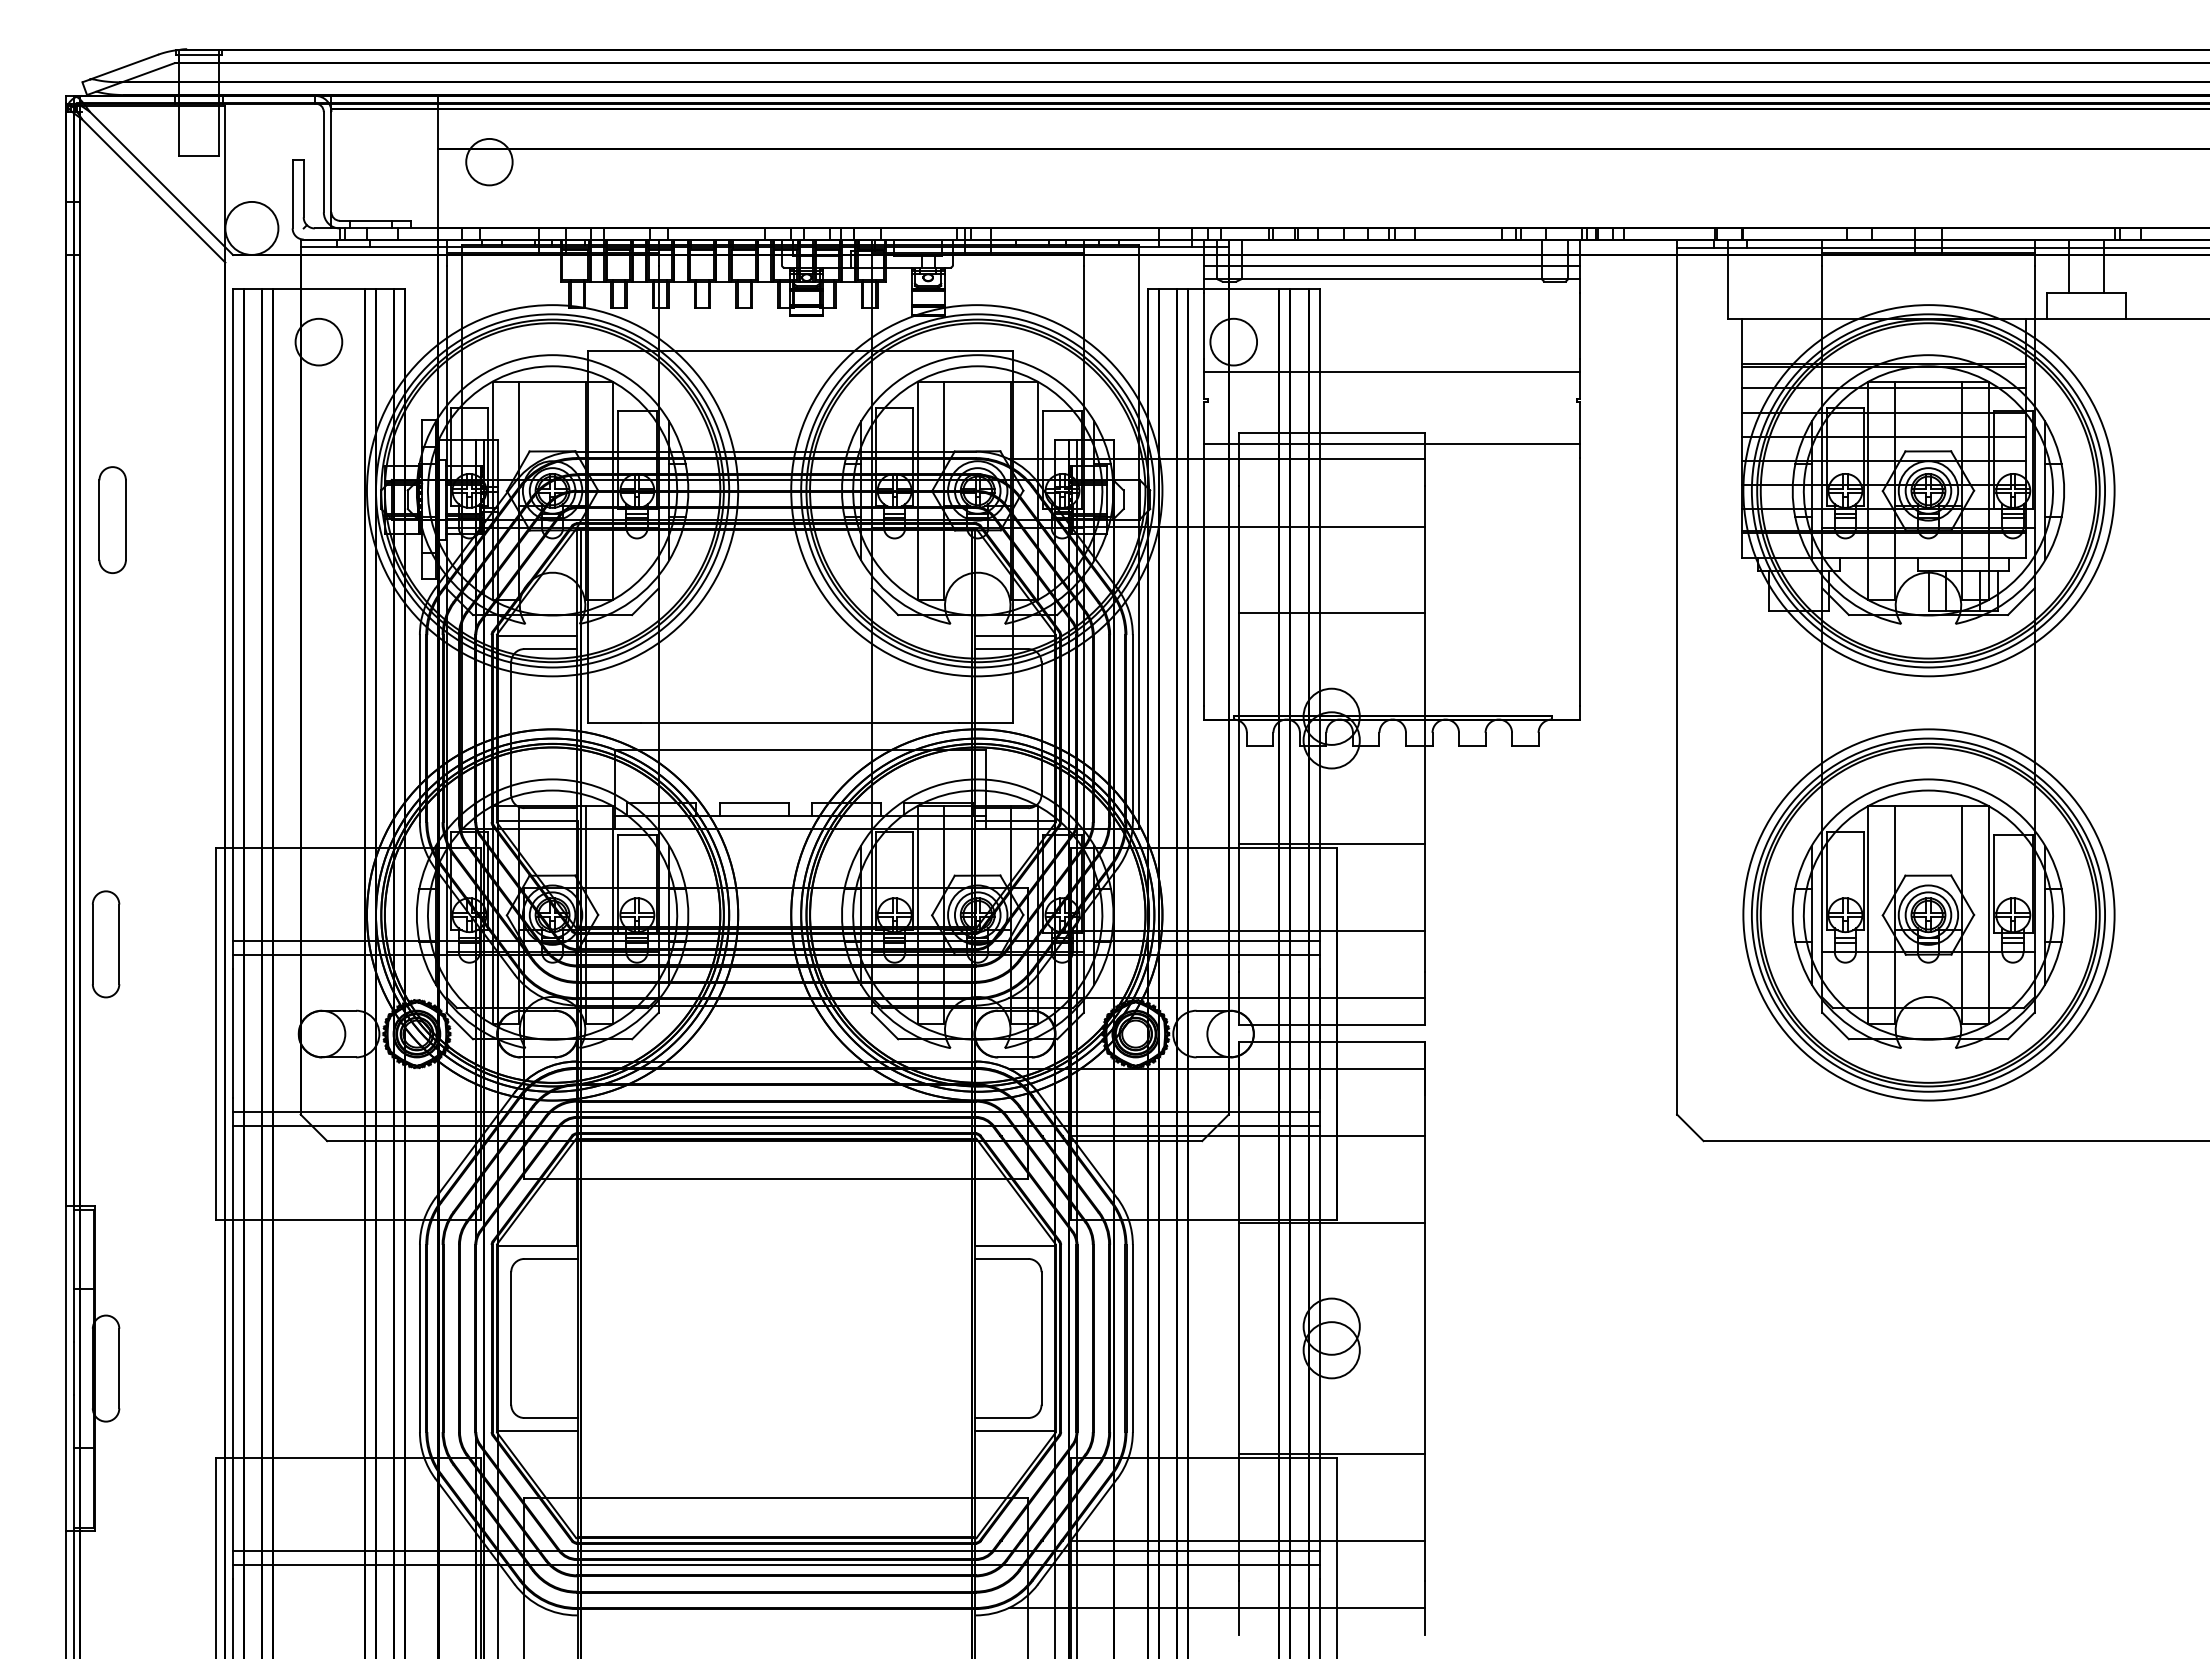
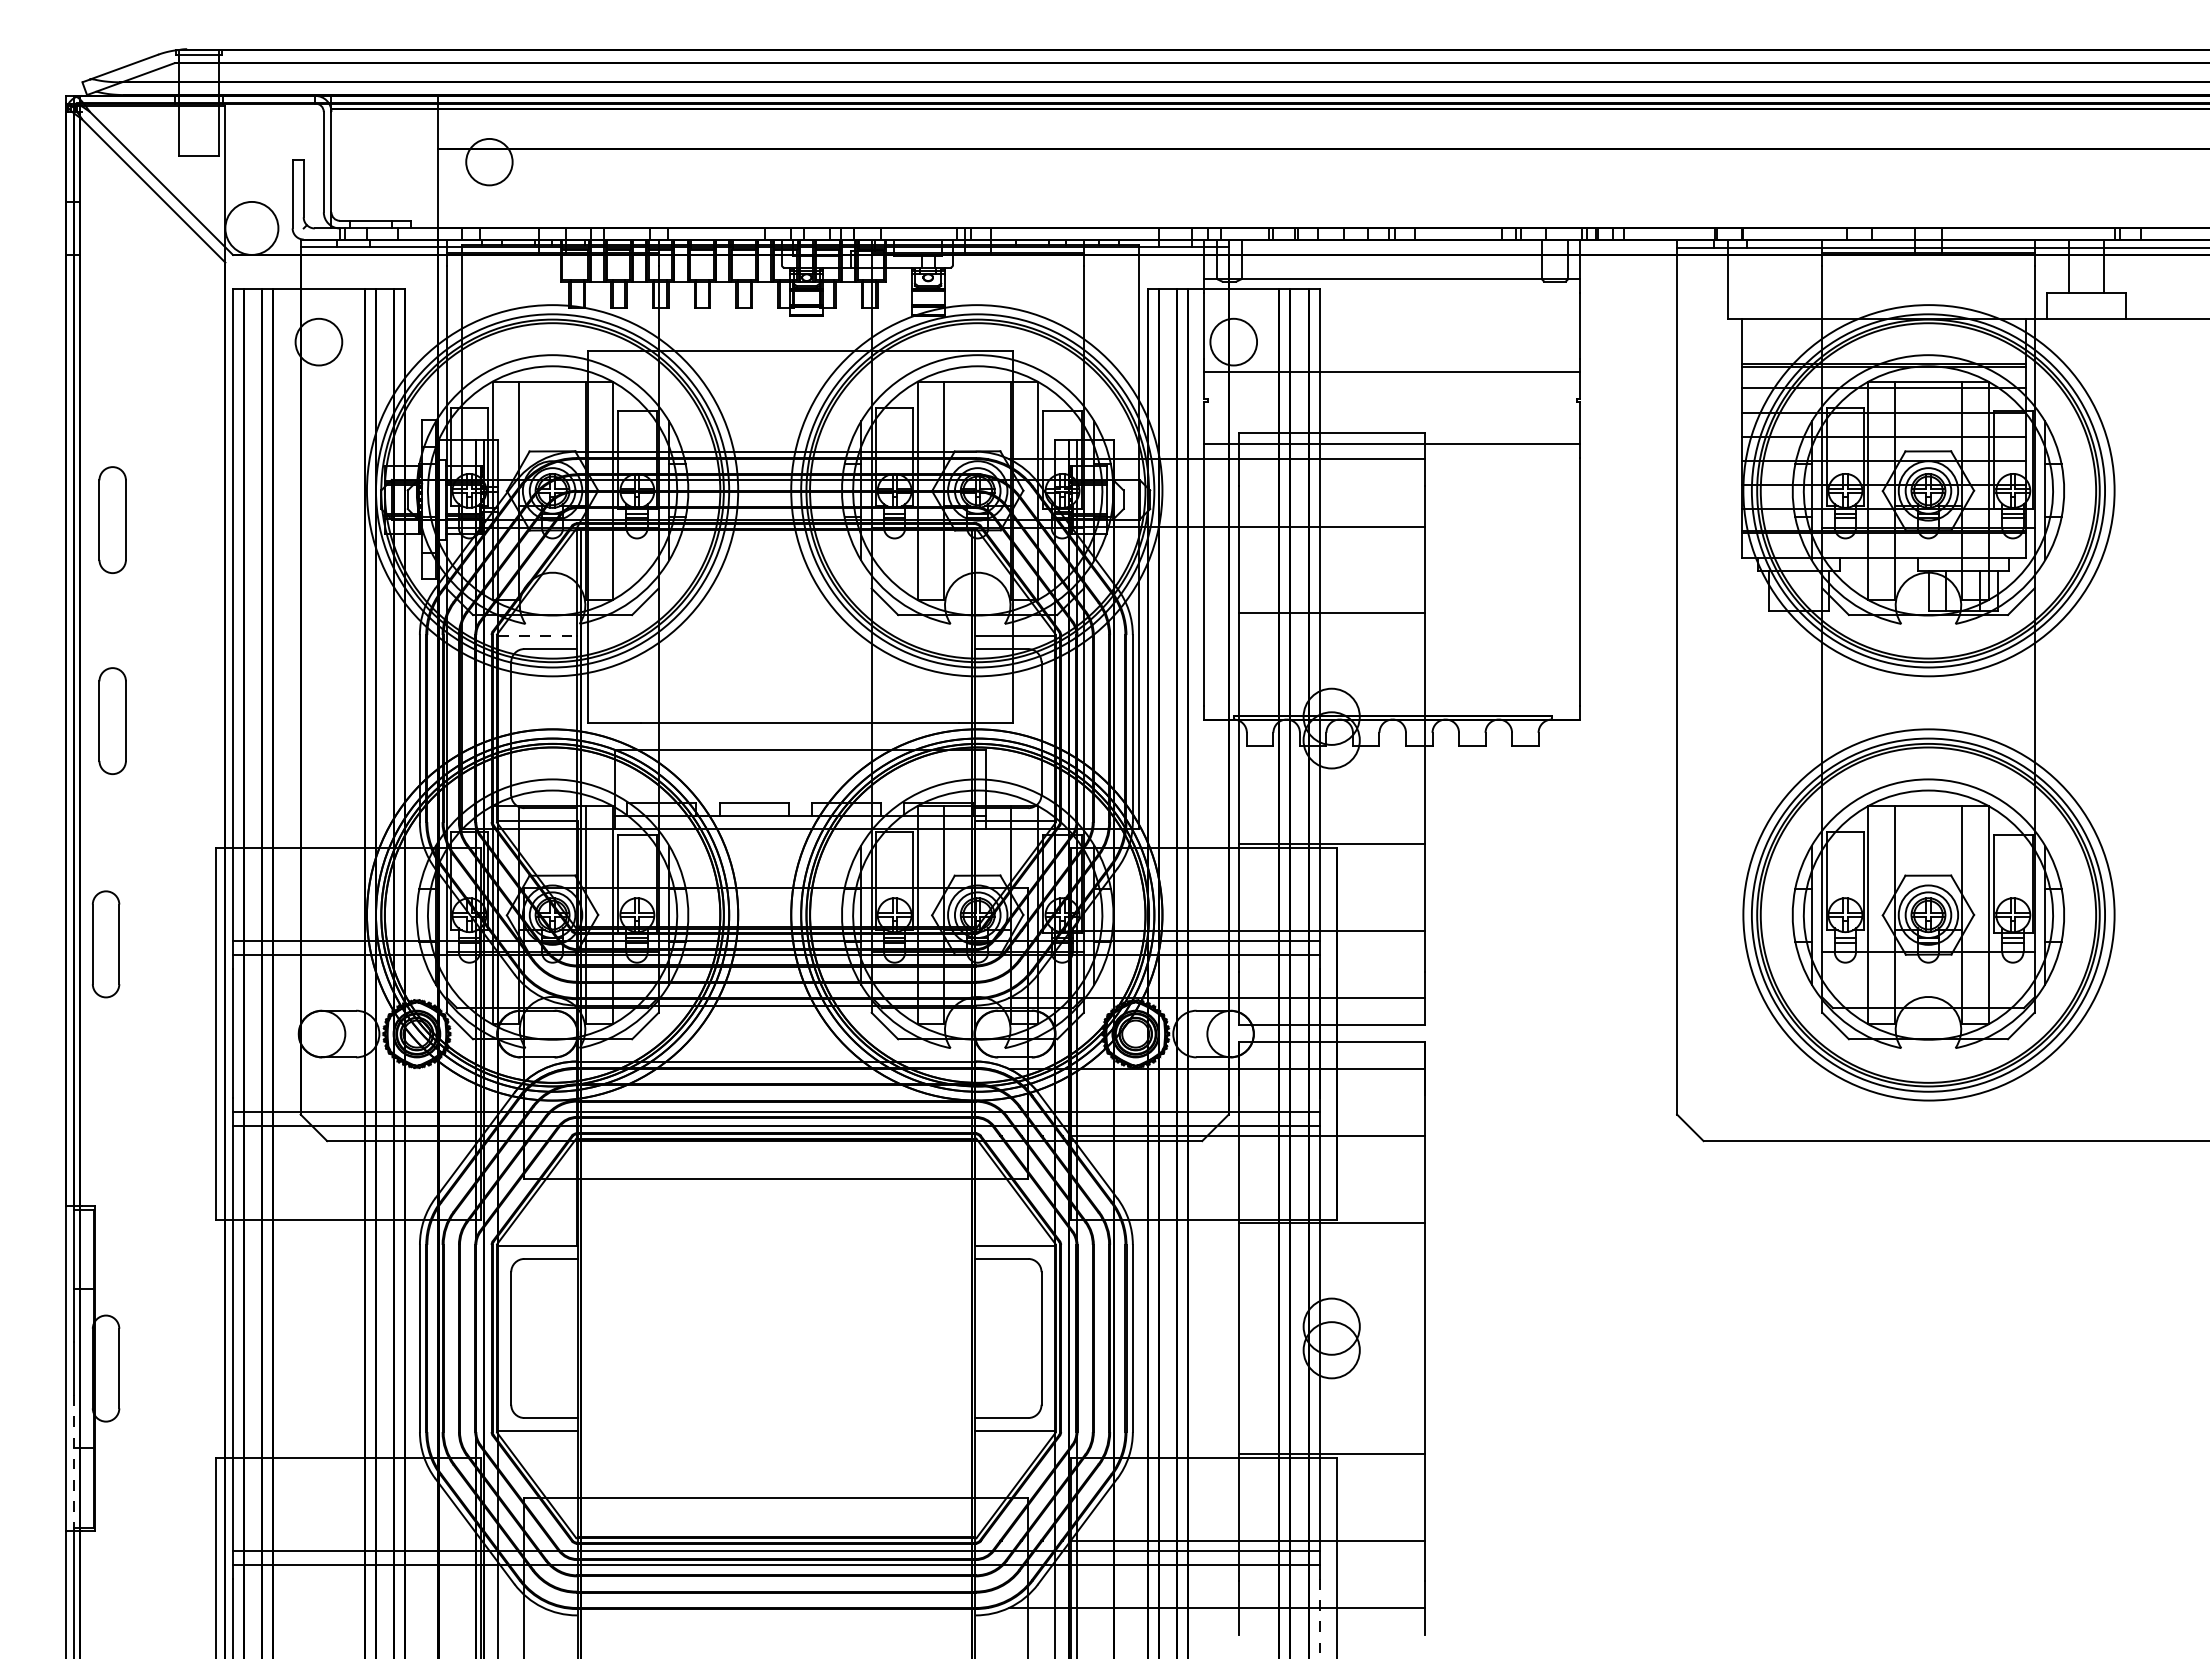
line at (1391, 266): present -> none
line at (537, 635): solid -> dashed
part at (112, 720): none -> present
line at (73, 1461): solid -> dashed
line at (1319, 1618): solid -> dashed
